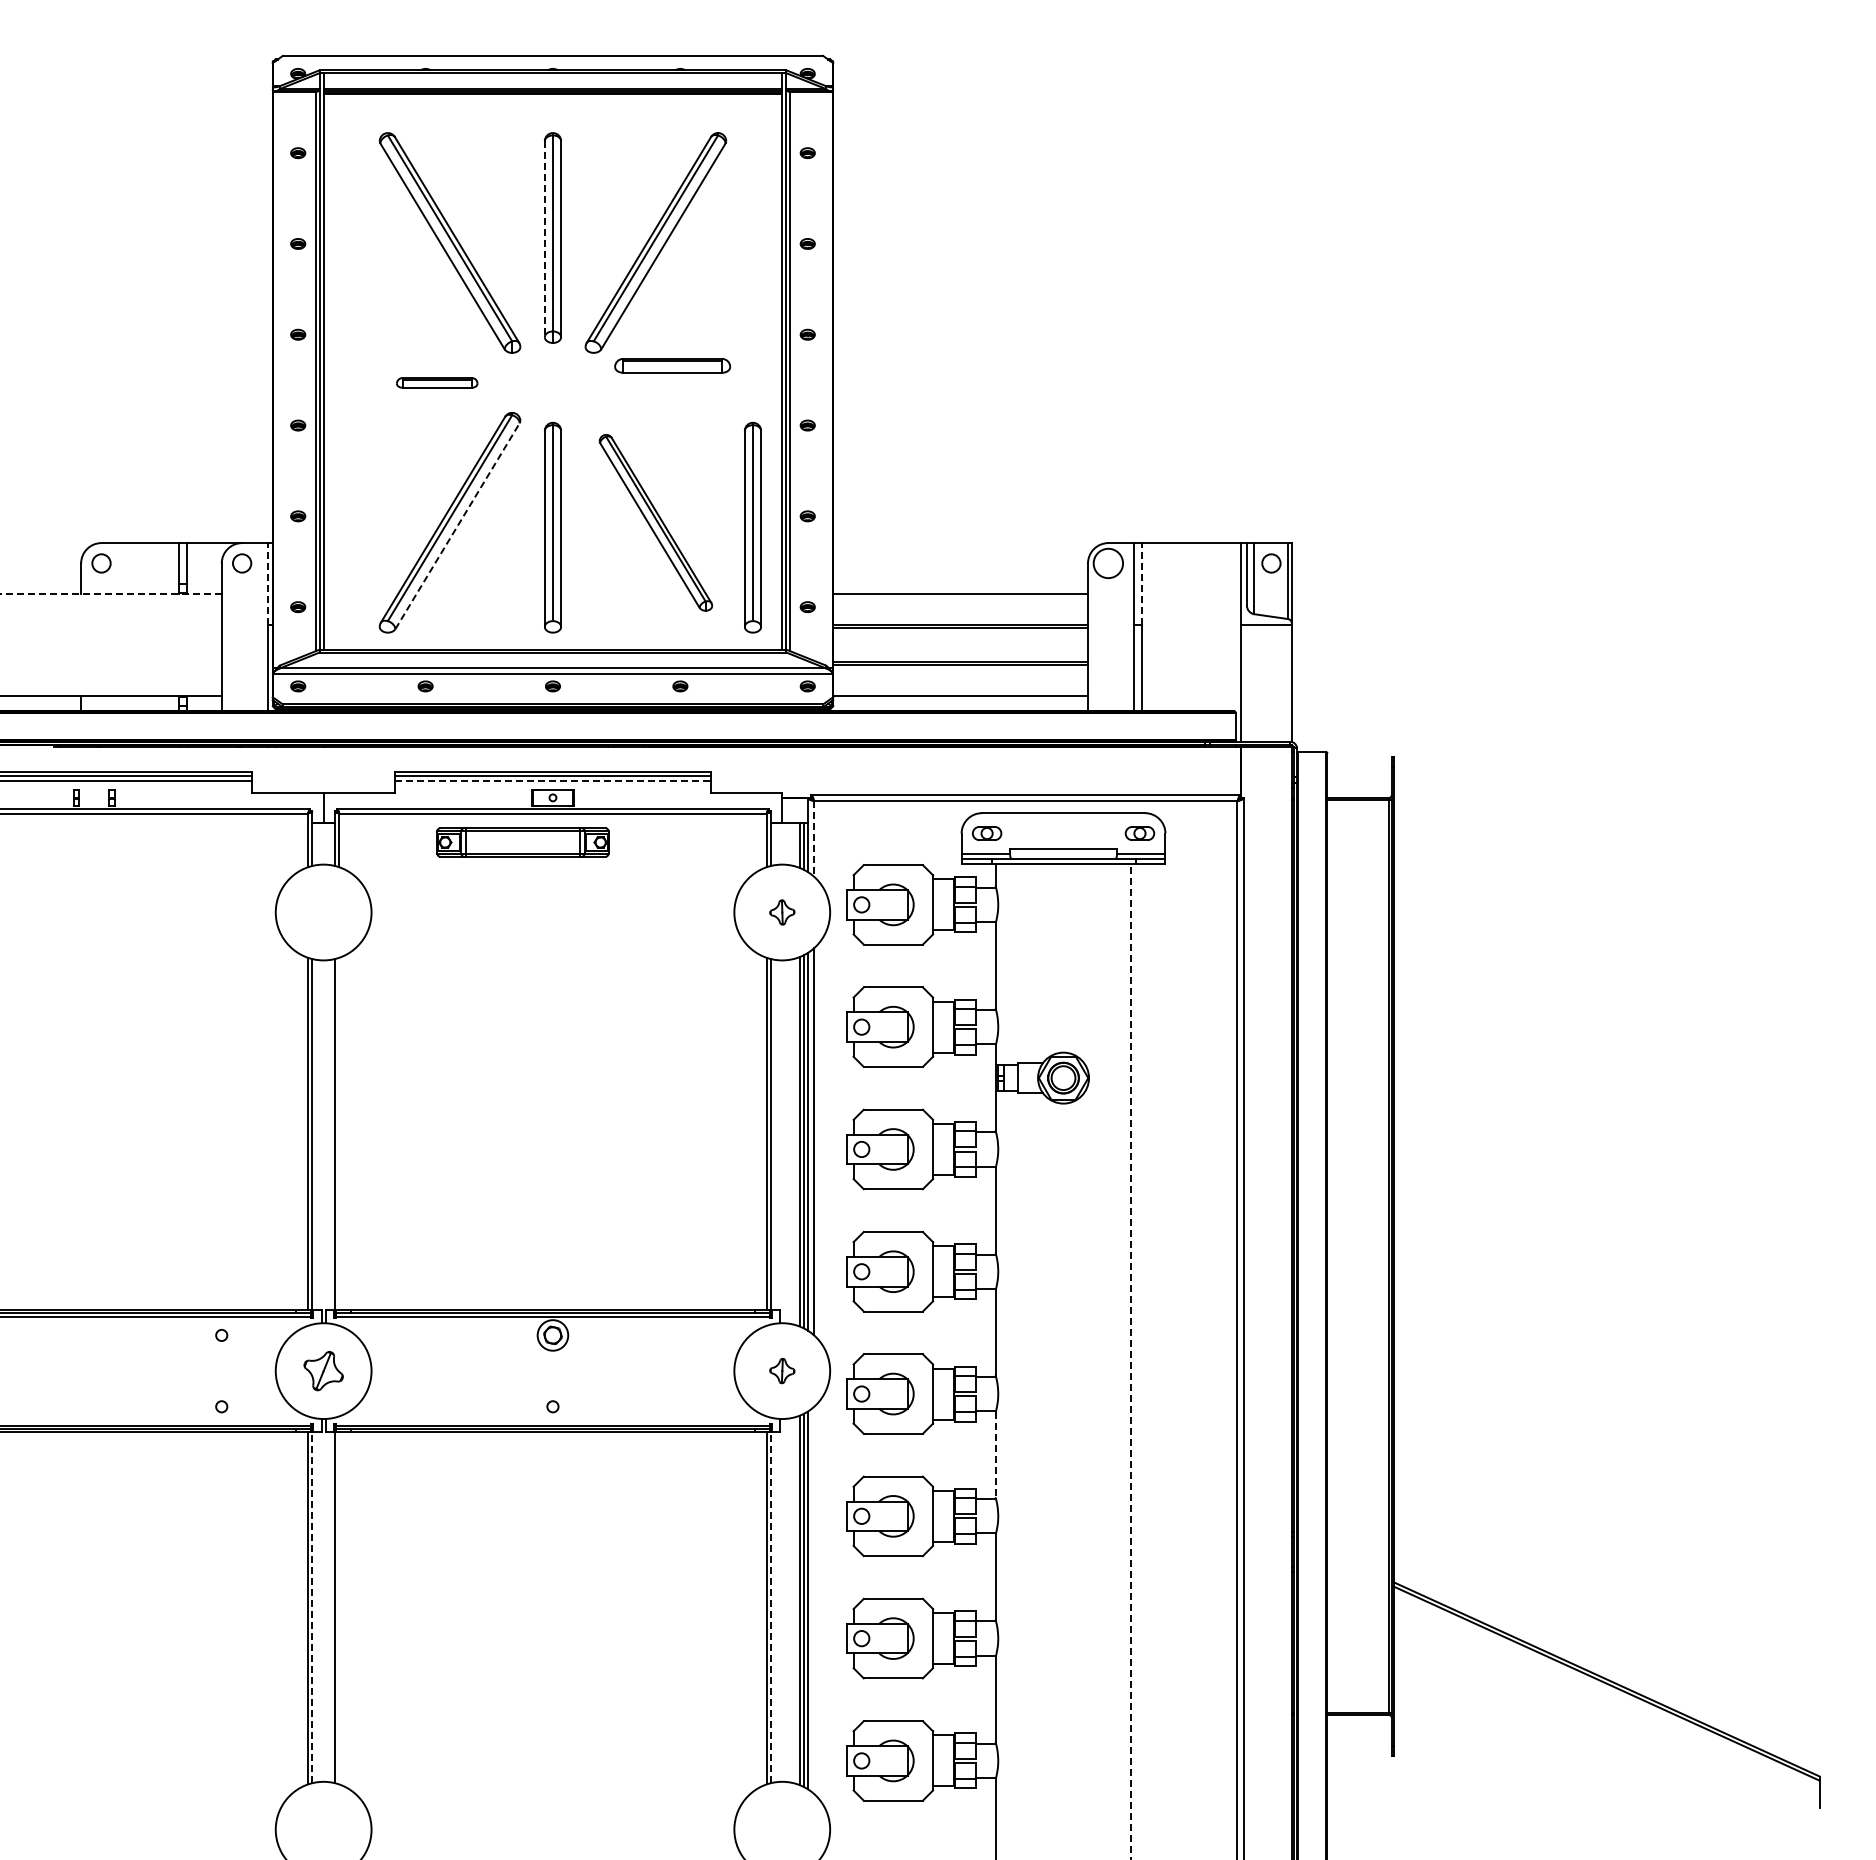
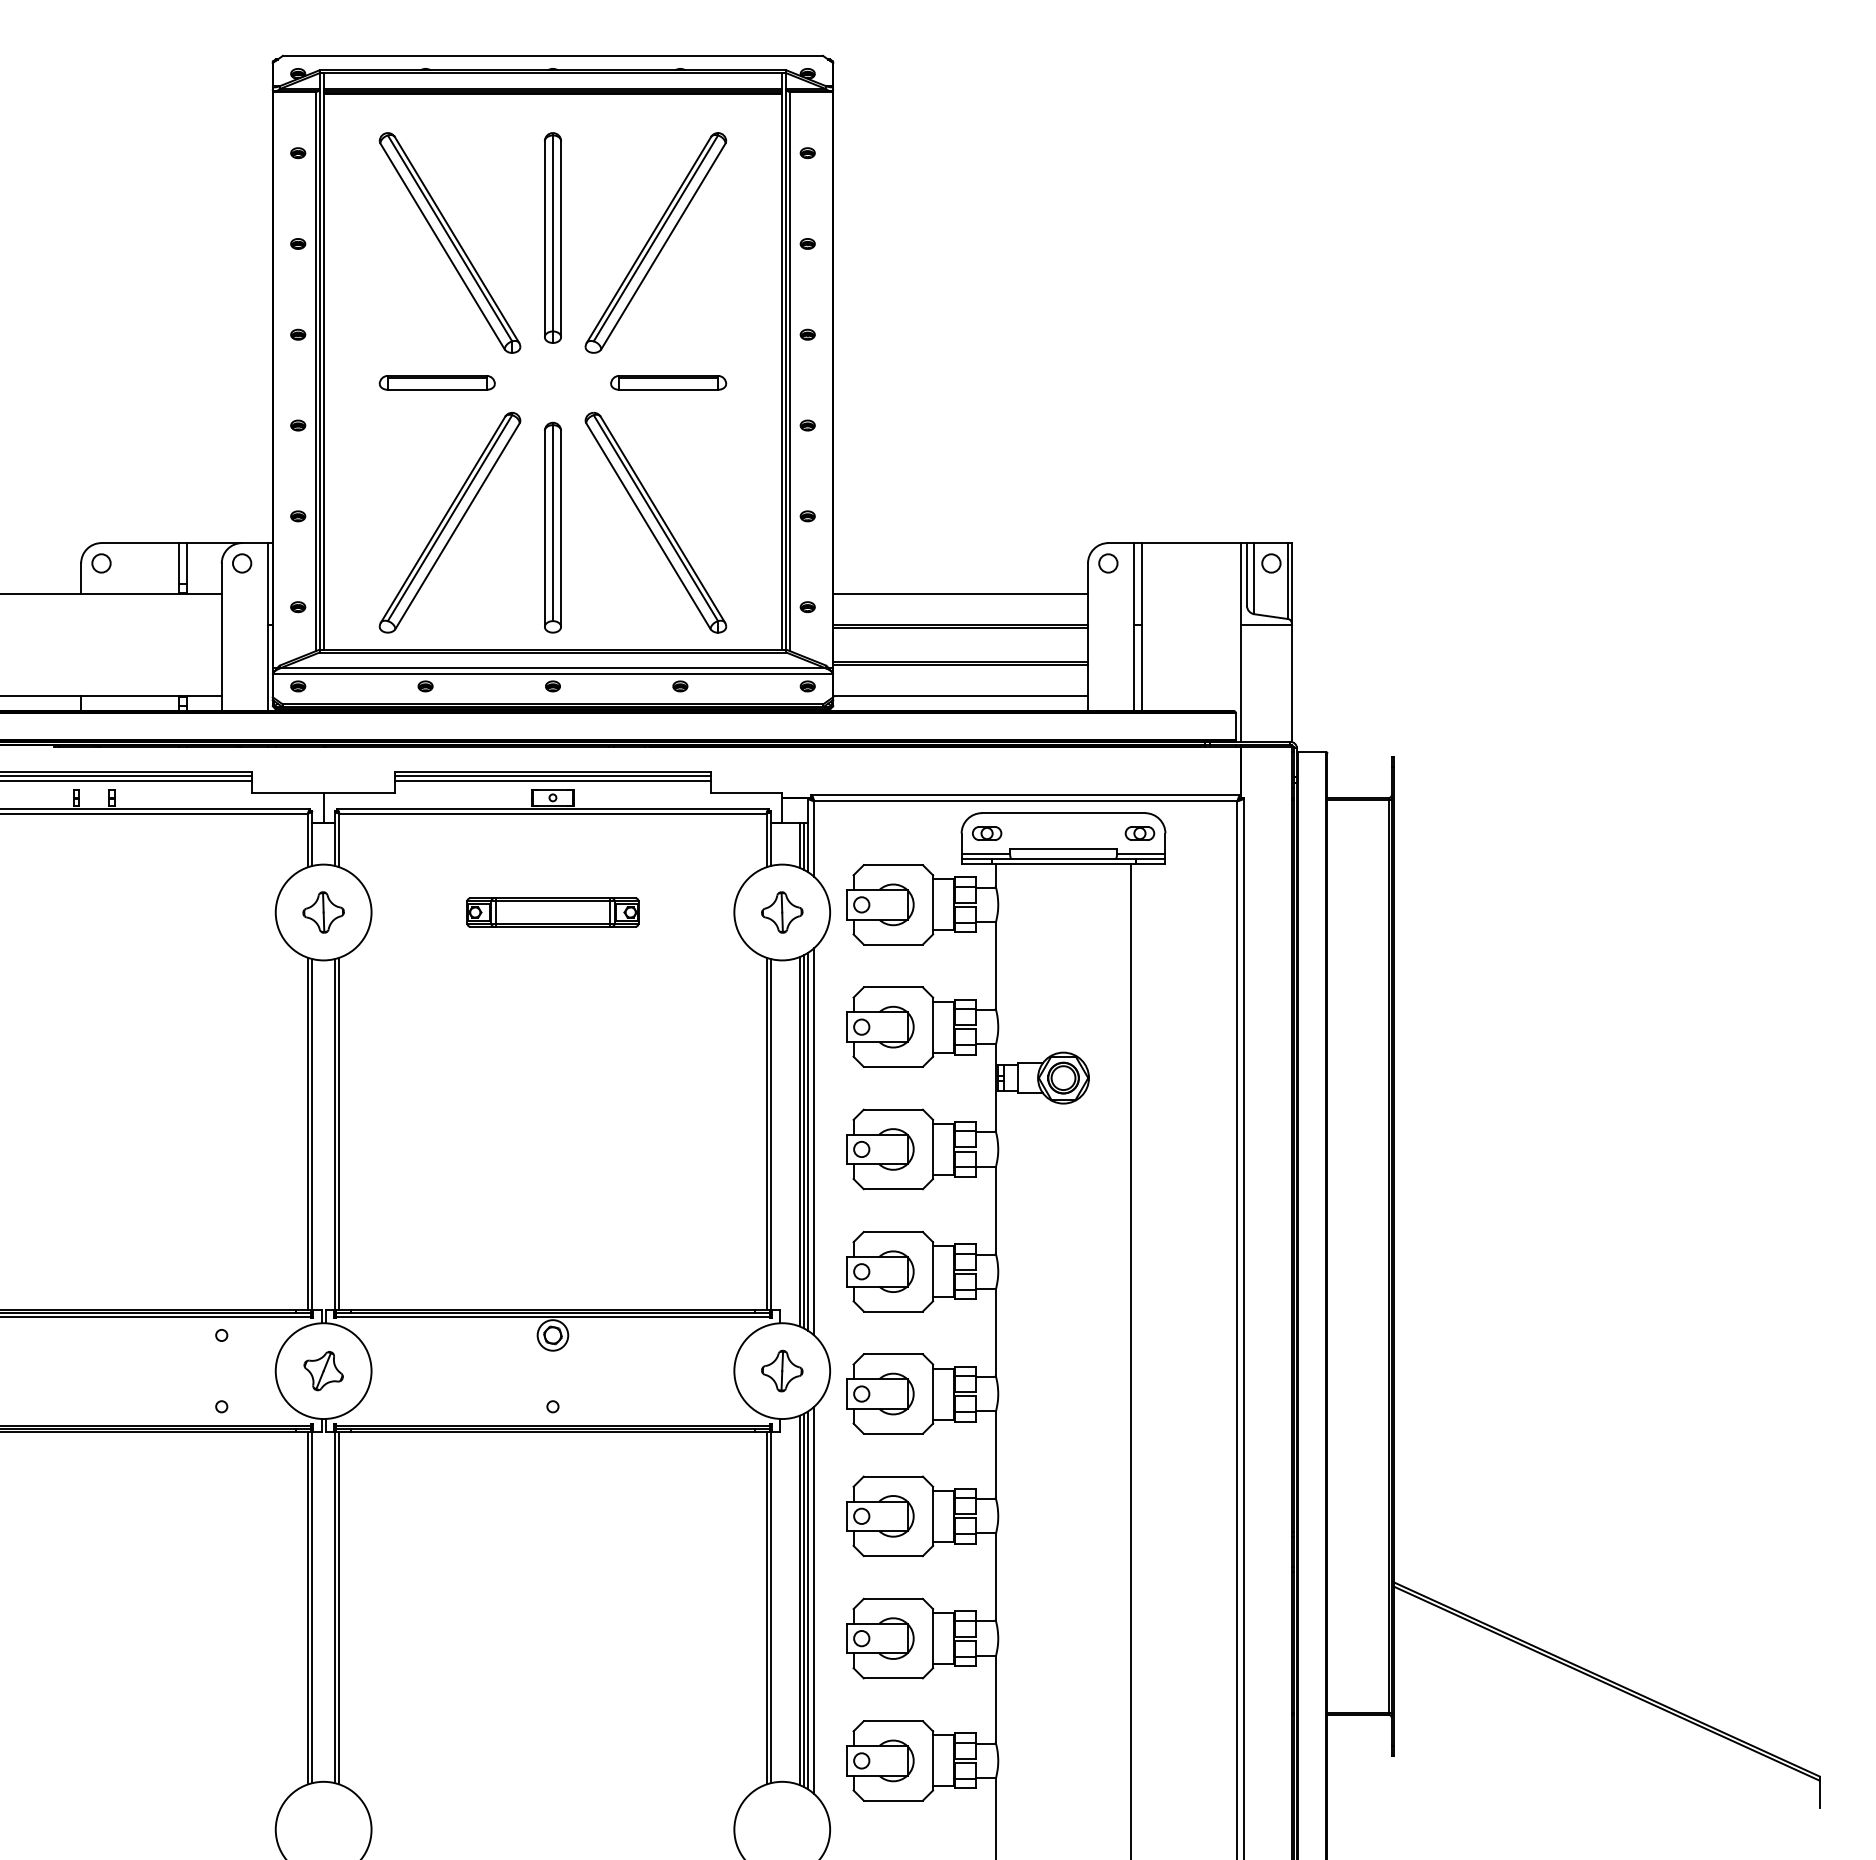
line at (544, 239): dashed -> solid
part at (672, 365) position: (672, 365) -> (668, 382)
part at (437, 382) size: 83x12 px -> 118x16 px
part at (655, 522) size: 116x178 px -> 144x222 px
line at (457, 525): dashed -> solid
part at (752, 527): present -> none
circle at (1108, 563) diameter: 29 px -> 18 px
line at (267, 583): dashed -> solid
line at (1142, 583): dashed -> solid
line at (110, 594): dashed -> solid
line at (552, 780): dashed -> solid
line at (814, 839): dashed -> solid
part at (522, 842) position: (522, 842) -> (552, 912)
part at (323, 912): none -> present
part at (782, 912) size: 27x27 px -> 43x43 px
line at (339, 1133): none -> present
line at (1131, 1361): dashed -> solid
part at (782, 1371) size: 27x27 px -> 43x44 px
line at (995, 1455): dashed -> solid
line at (814, 1600): none -> present
line at (312, 1603): dashed -> solid
line at (771, 1603): dashed -> solid
line at (339, 1608): none -> present
